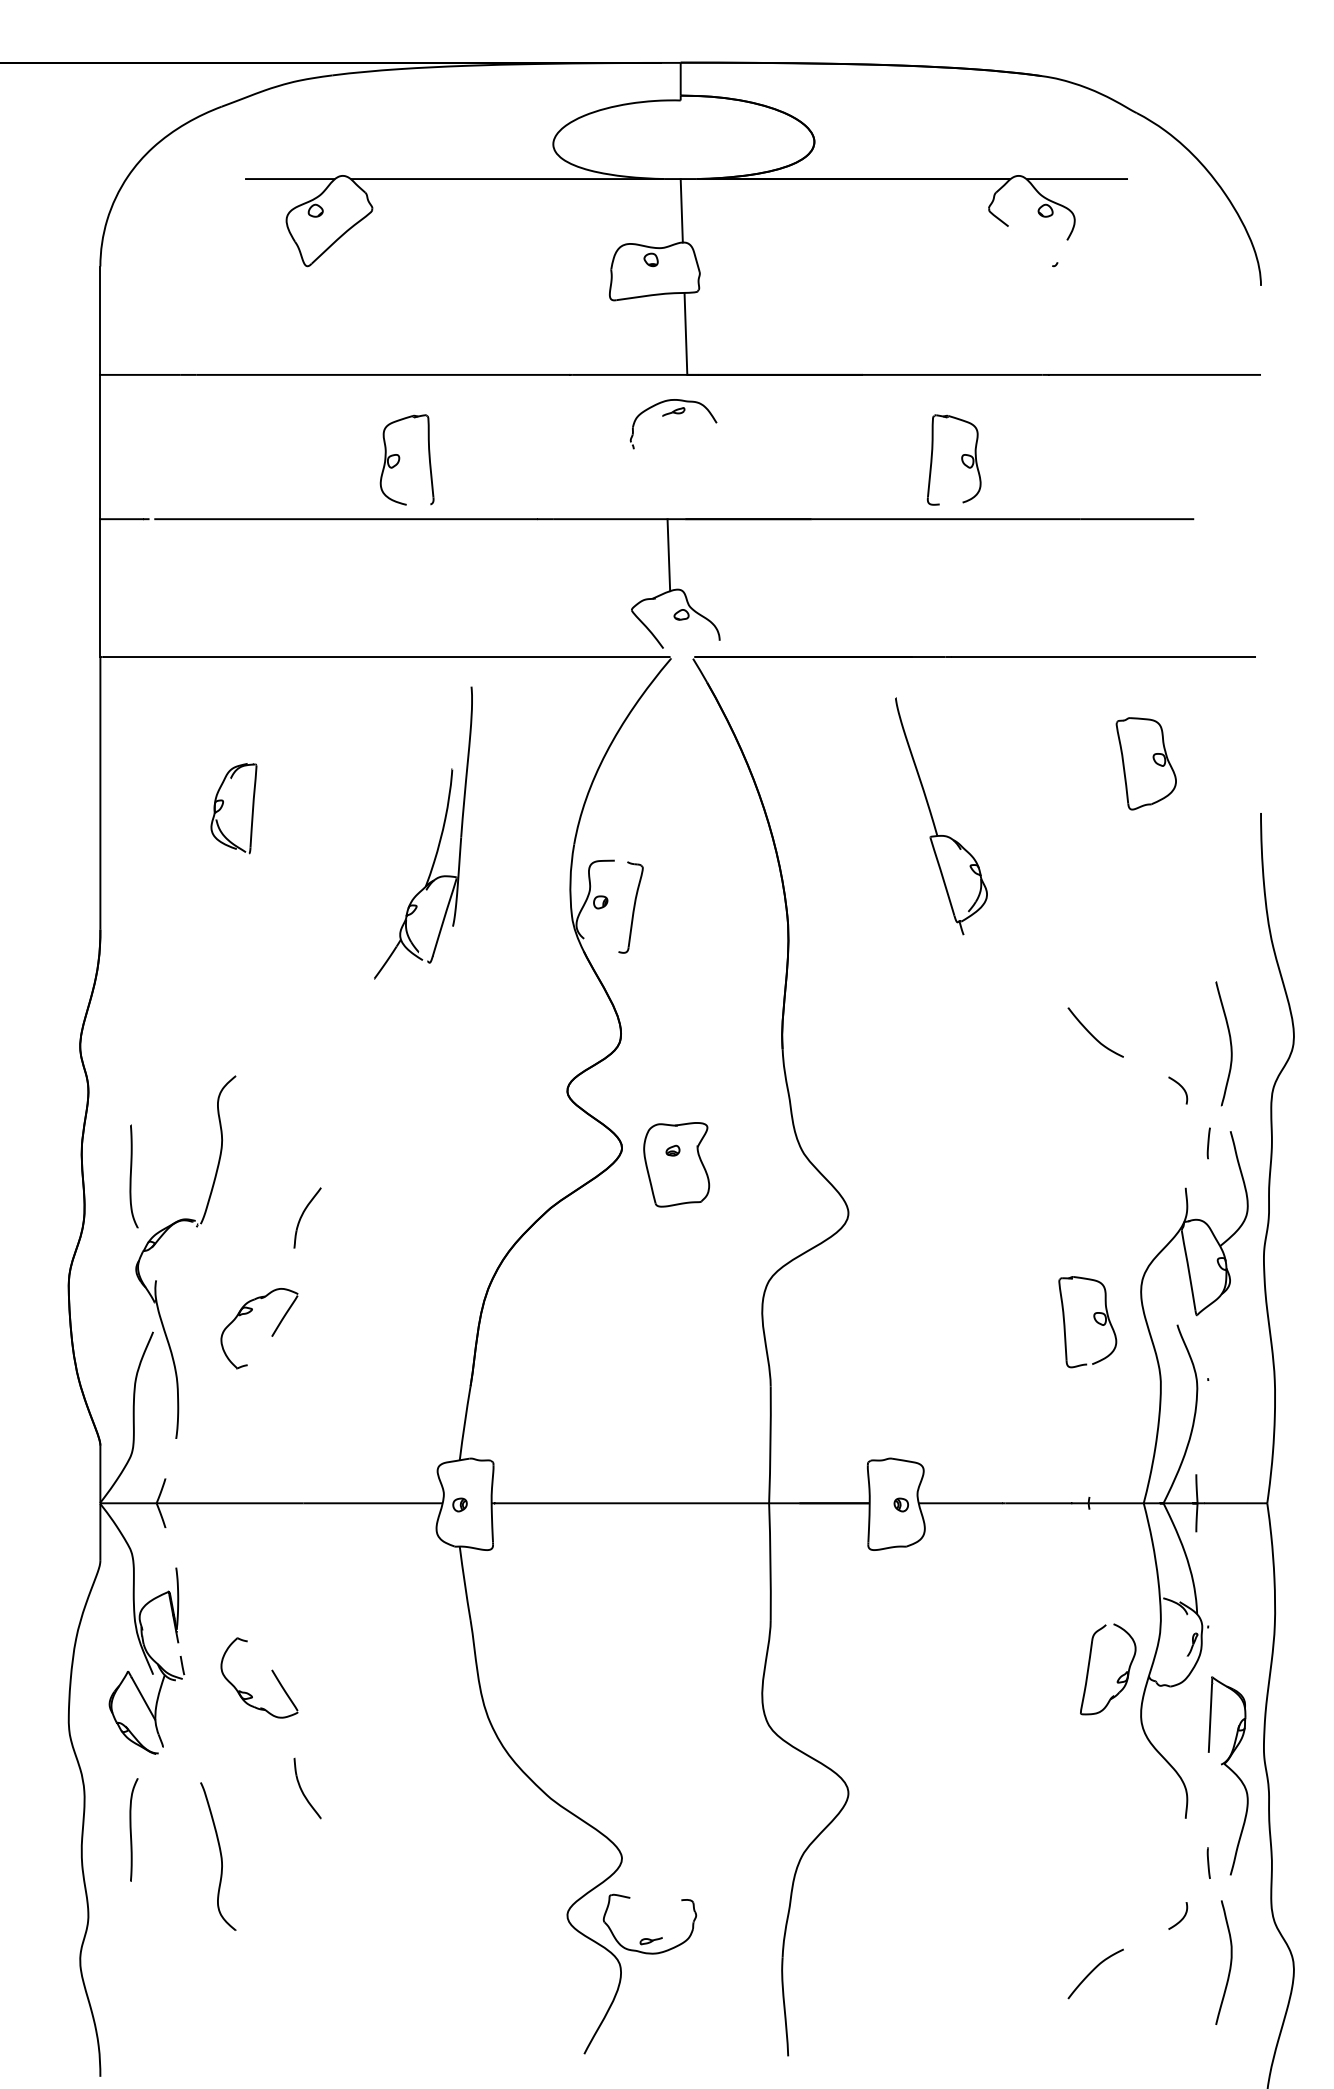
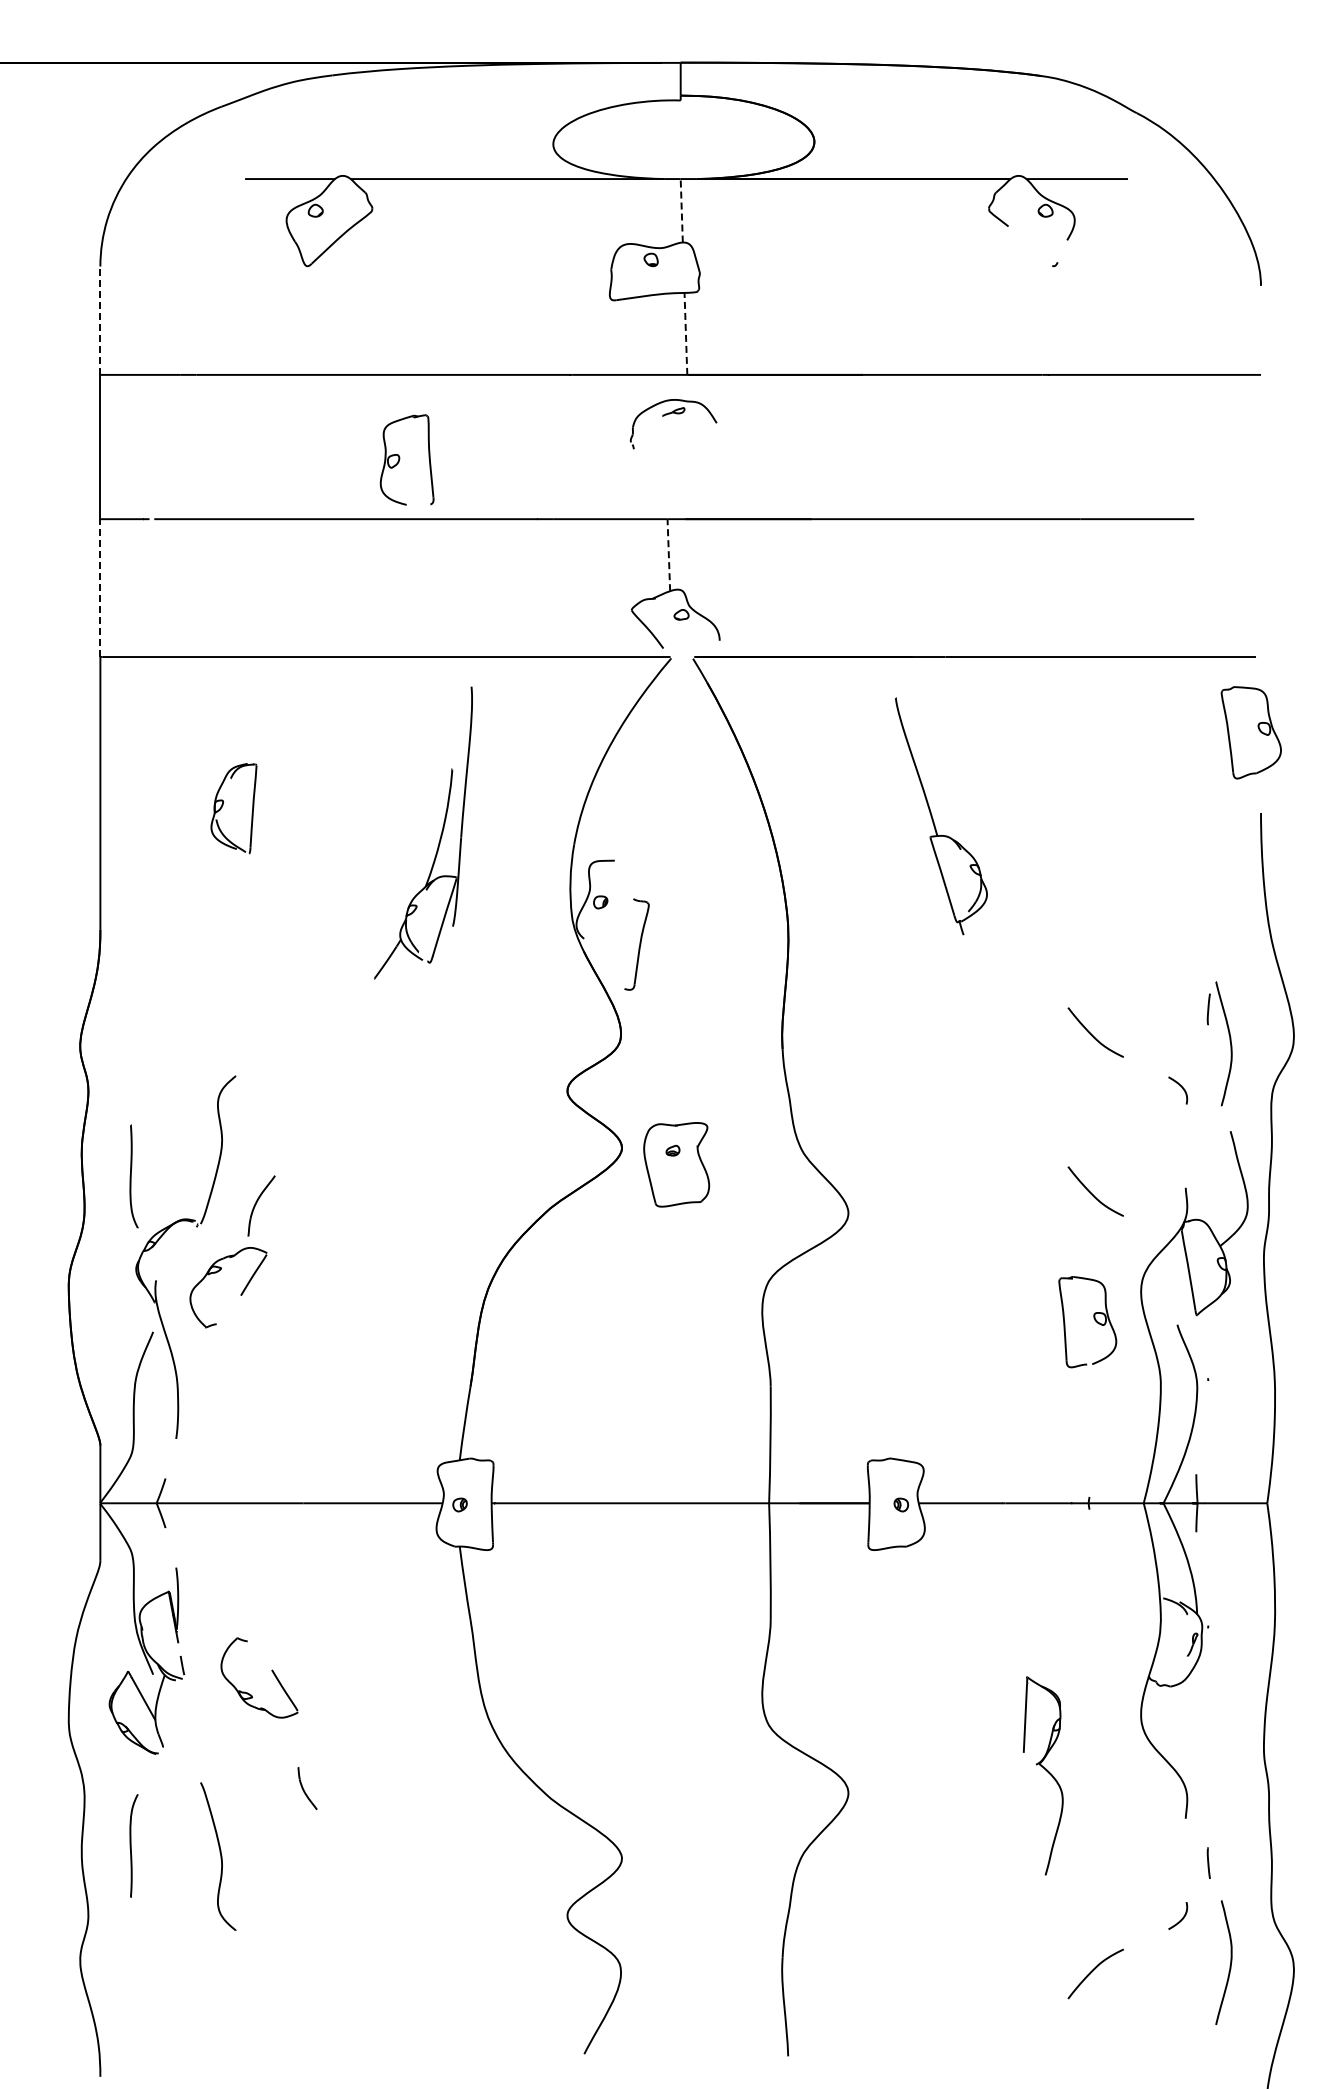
line at (681, 210): solid -> dashed
line at (100, 320): solid -> dashed
line at (685, 333): solid -> dashed
part at (961, 459): present -> none
line at (668, 554): solid -> dashed
line at (100, 588): solid -> dashed
part at (1145, 763) position: (1145, 763) -> (1250, 732)
part at (630, 907) position: (630, 907) -> (636, 944)
line at (1208, 1143) position: (1208, 1143) -> (1208, 1009)
curve at (1092, 1193): none -> present
part at (307, 1217) position: (307, 1217) -> (261, 1205)
part at (271, 1335) position: (271, 1335) -> (240, 1294)
part at (1119, 1676): present -> none
part at (1227, 1775) position: (1227, 1775) -> (1042, 1775)
part at (307, 1788) size: 29x63 px -> 21x43 px
curve at (131, 1829) position: (131, 1829) -> (131, 1845)
part at (649, 1938): present -> none
